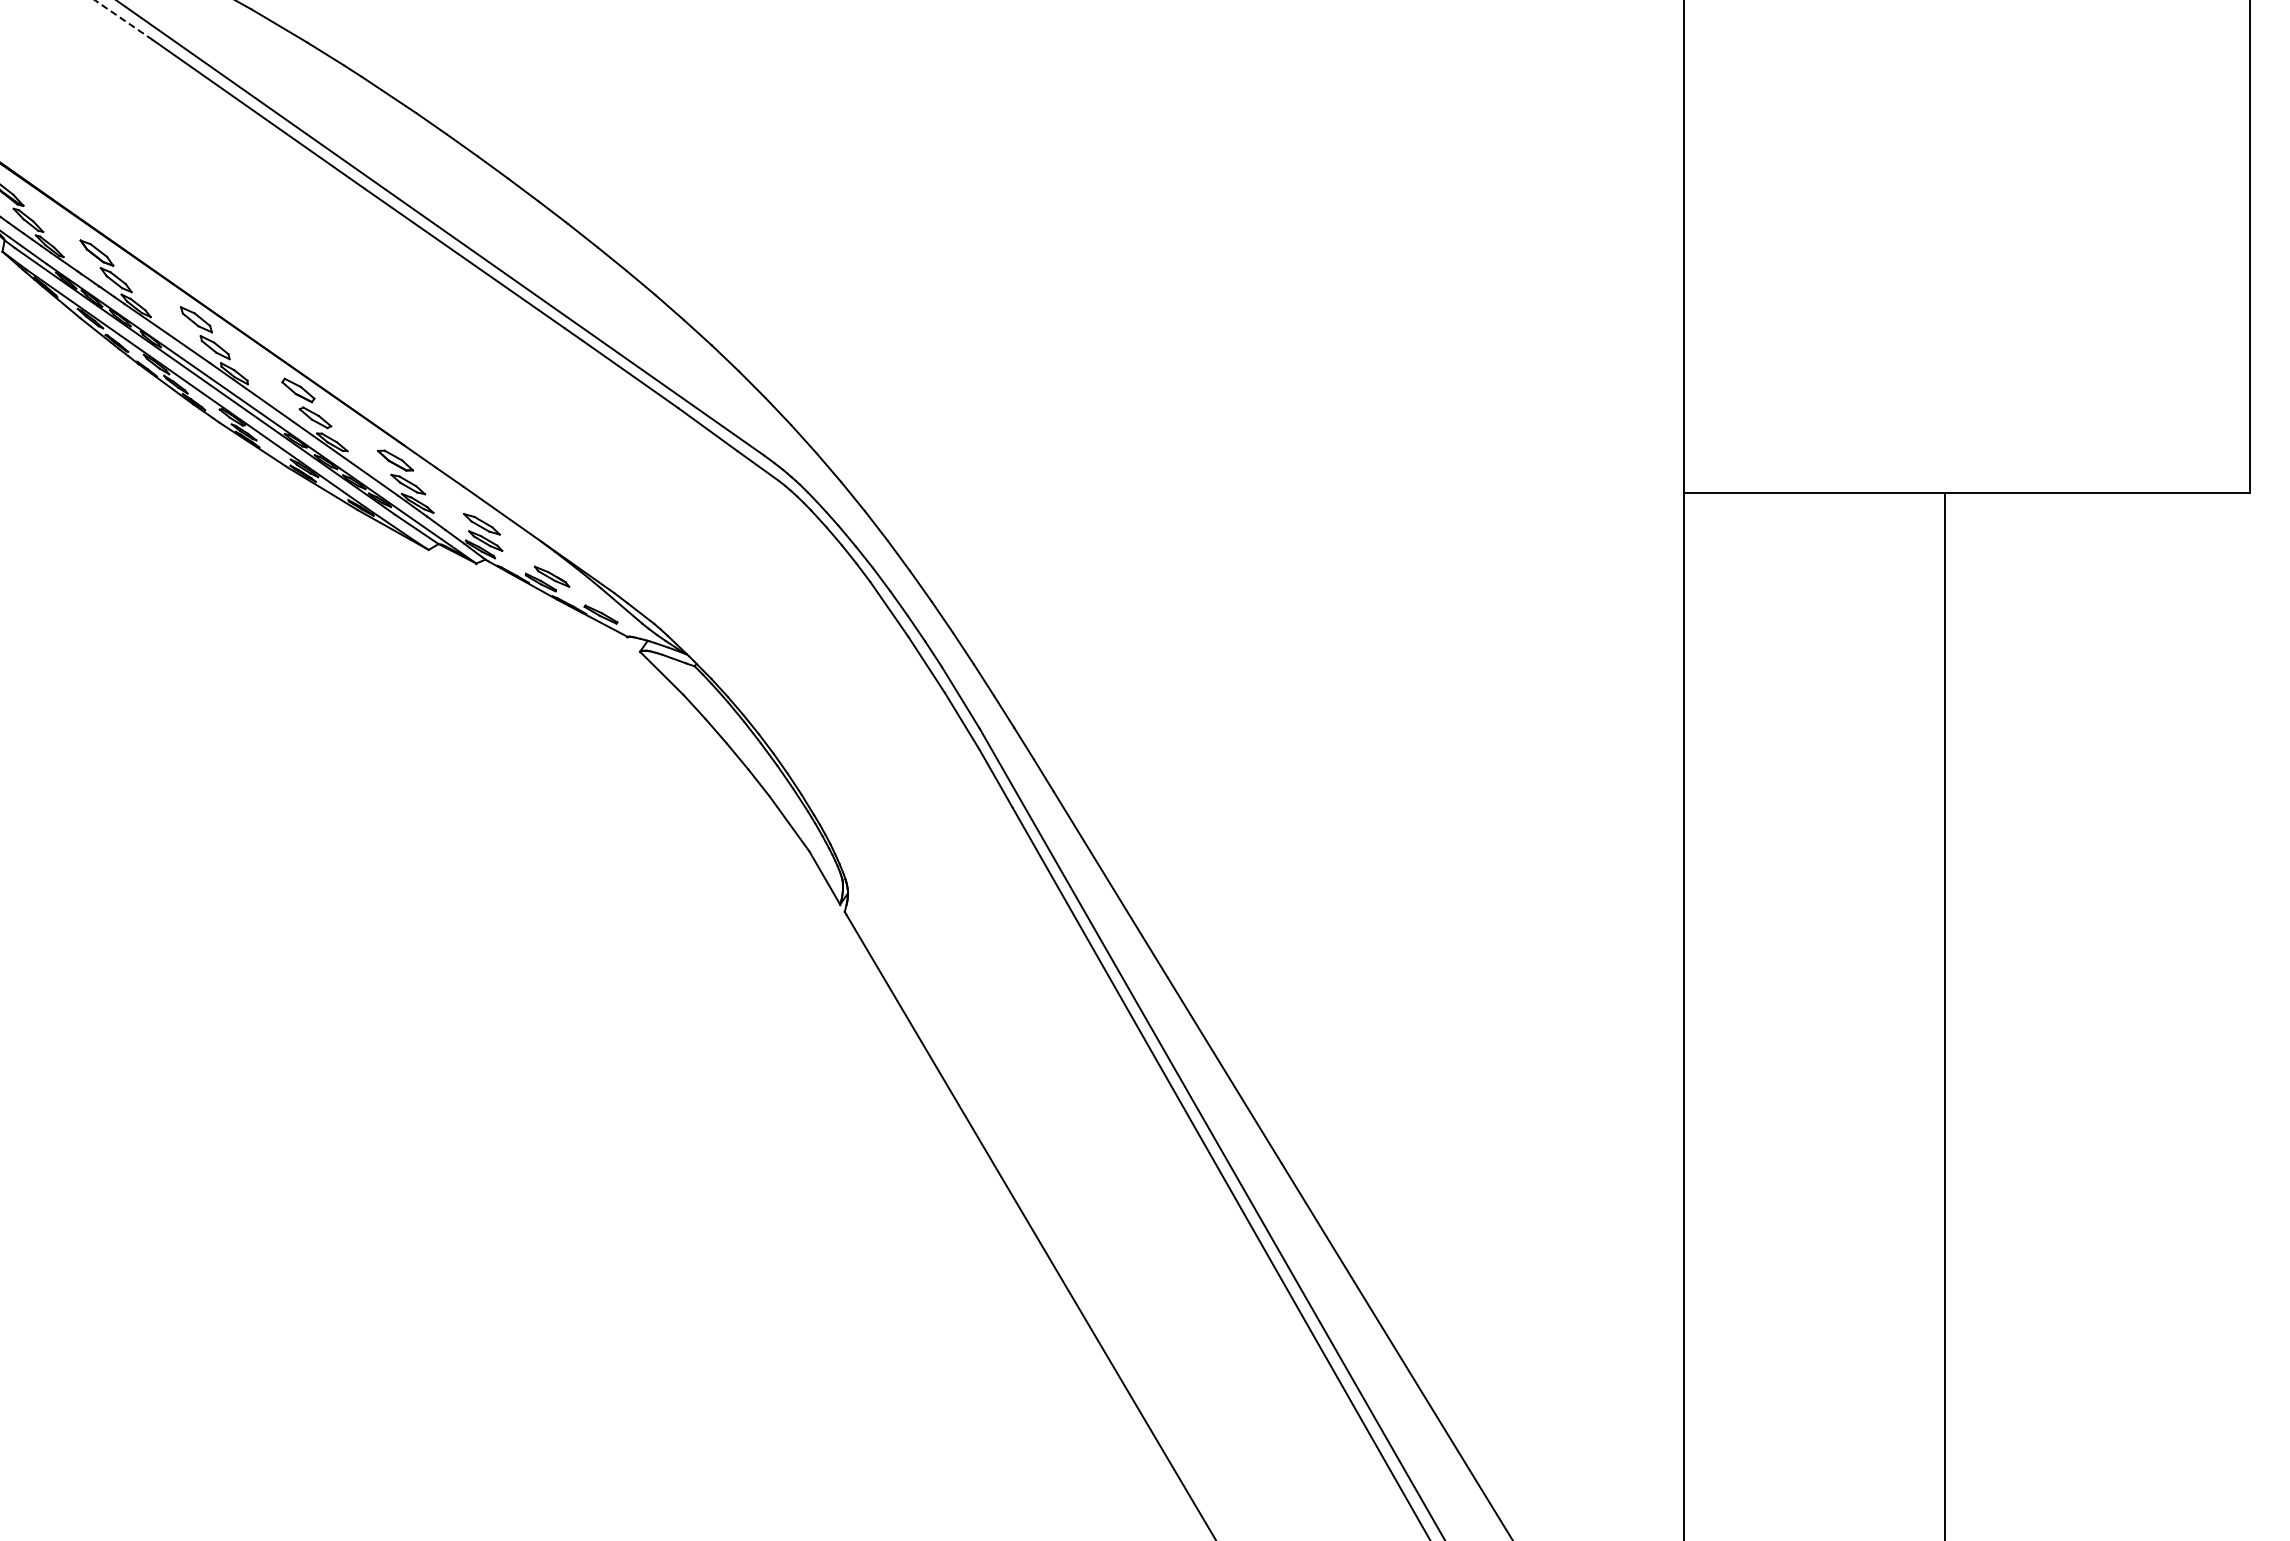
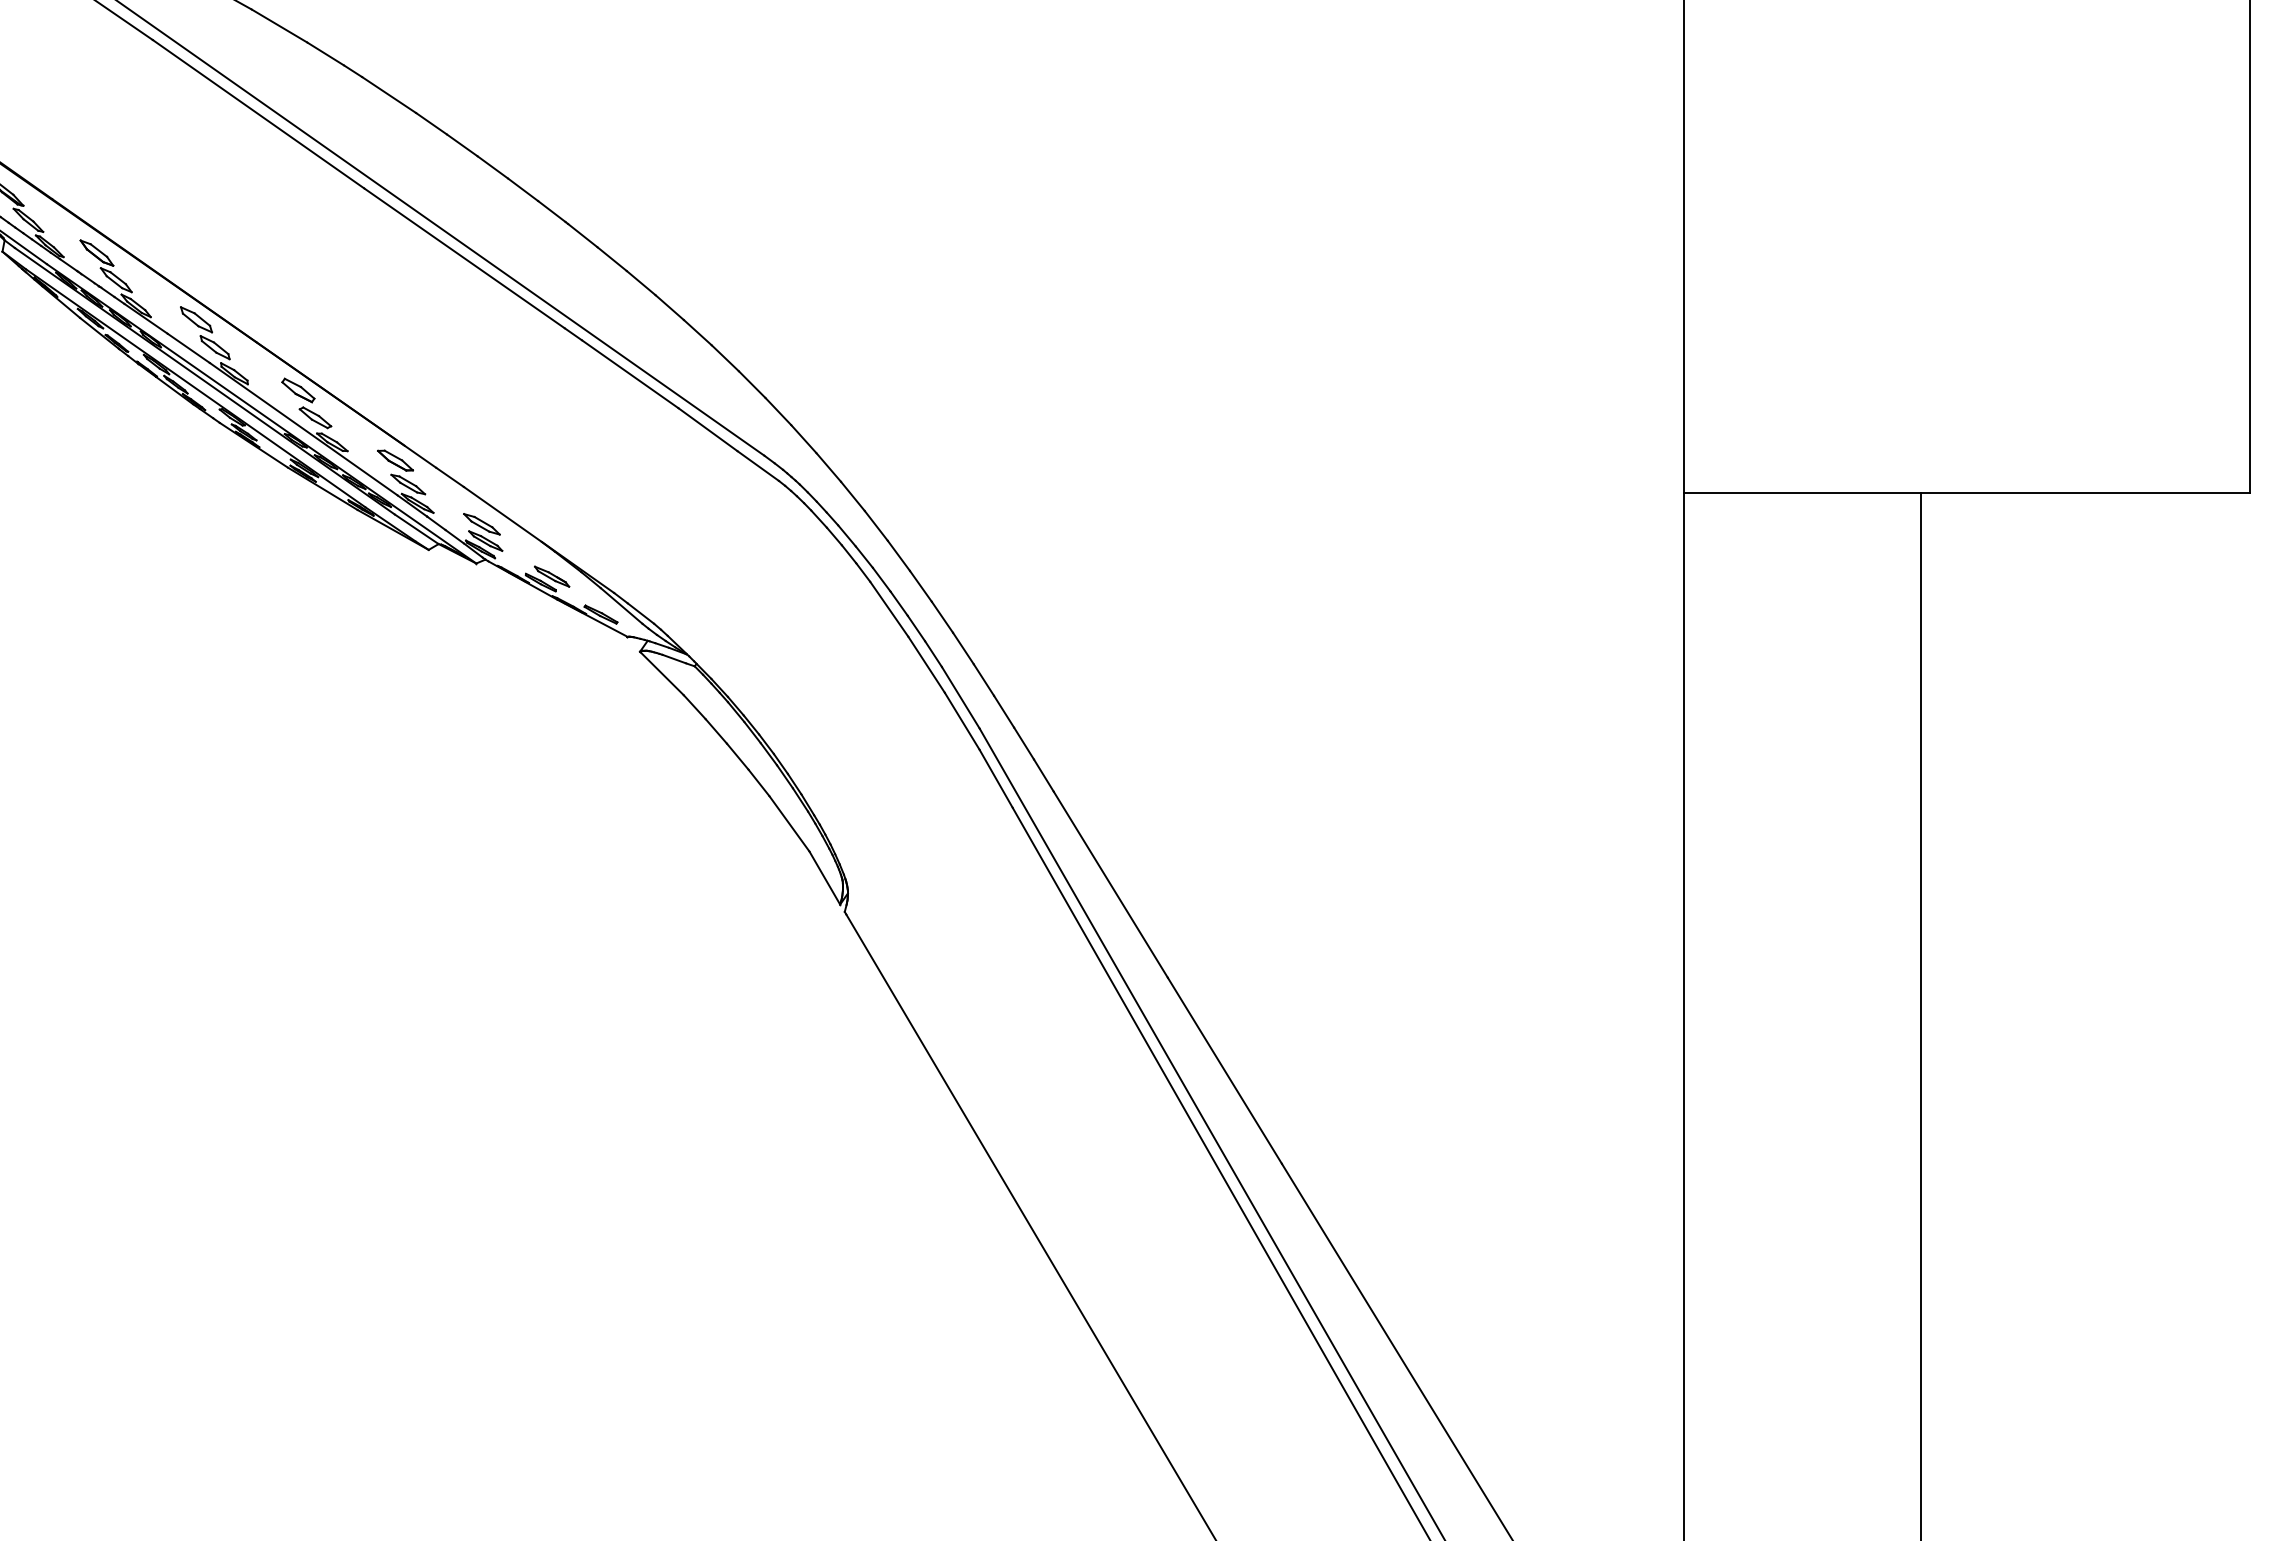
line at (123, 19): dashed -> solid
line at (1945, 1015) position: (1945, 1015) -> (1921, 1015)
